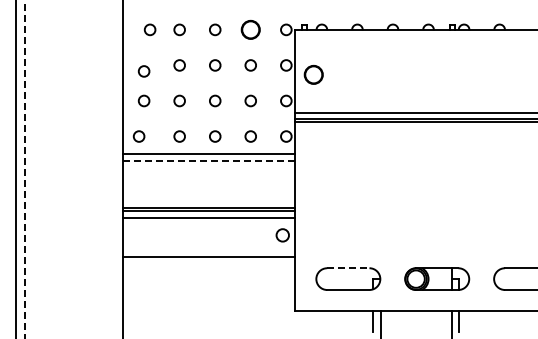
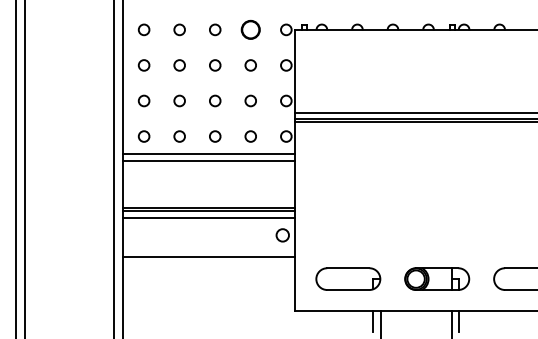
circle at (149, 29) position: (149, 29) -> (143, 29)
circle at (143, 71) position: (143, 71) -> (143, 65)
circle at (313, 74): present -> none
circle at (138, 136) position: (138, 136) -> (143, 136)
line at (208, 161): dashed -> solid
line at (114, 168): none -> present
line at (24, 169): dashed -> solid
line at (348, 268): dashed -> solid
